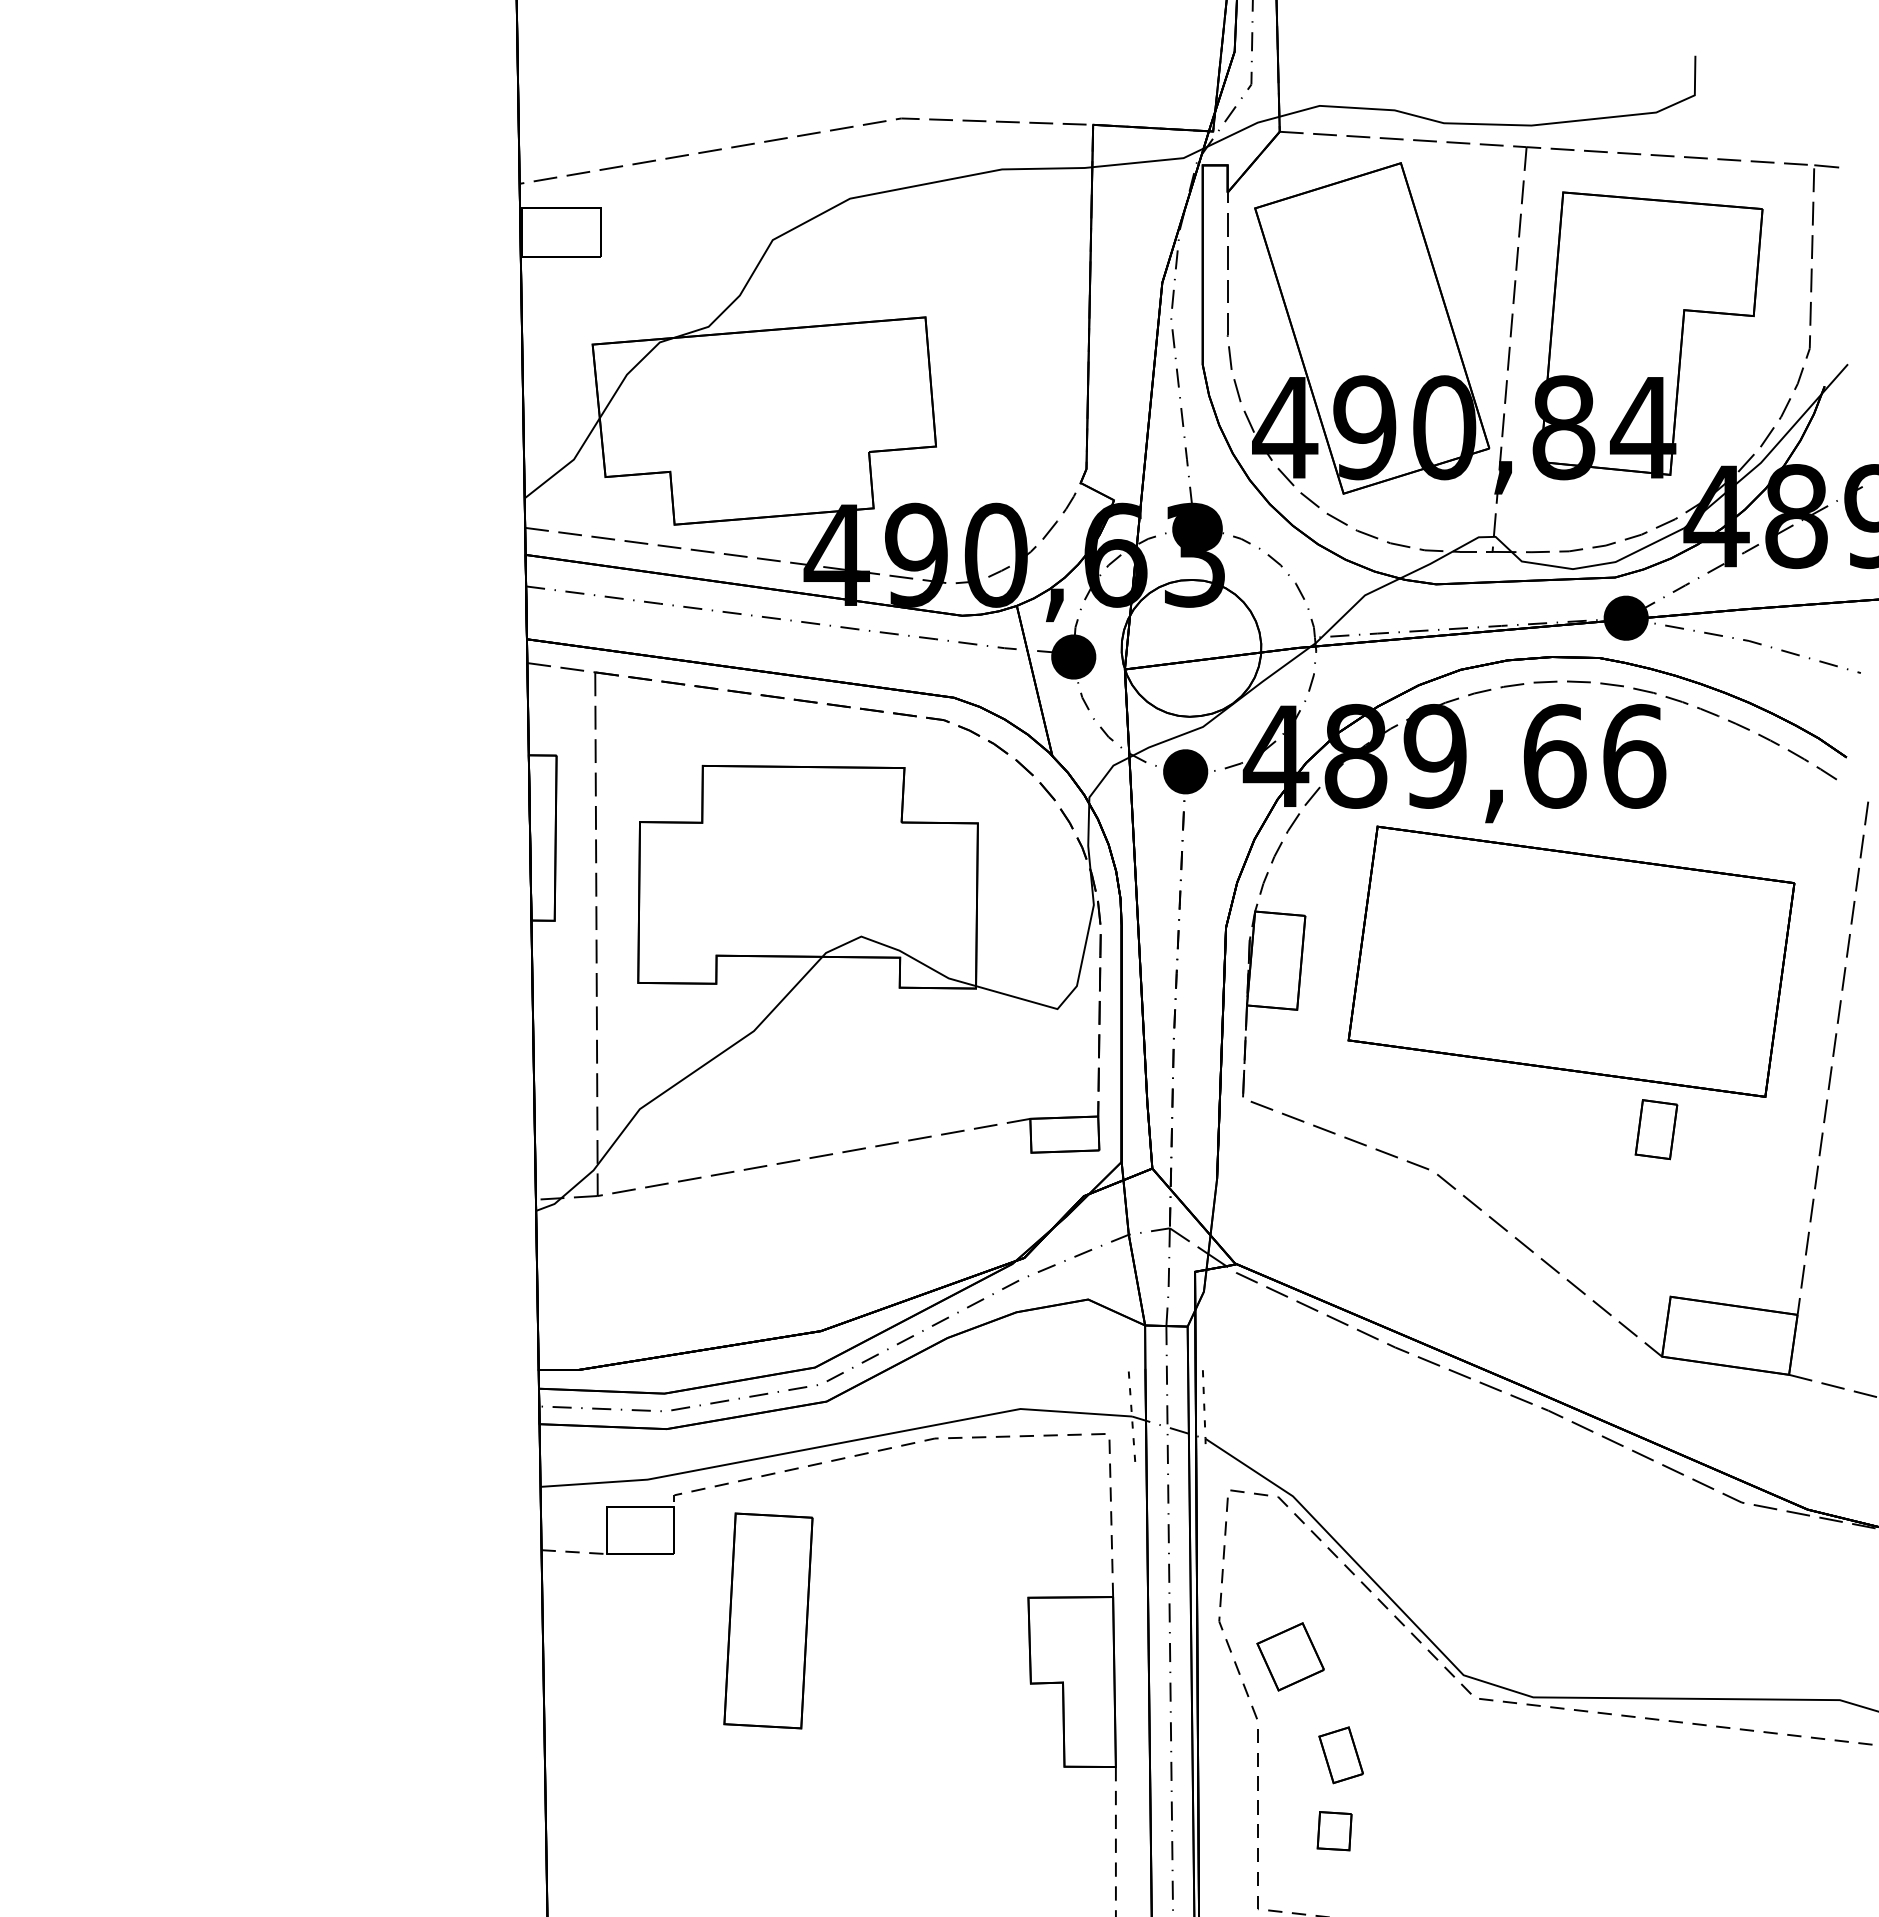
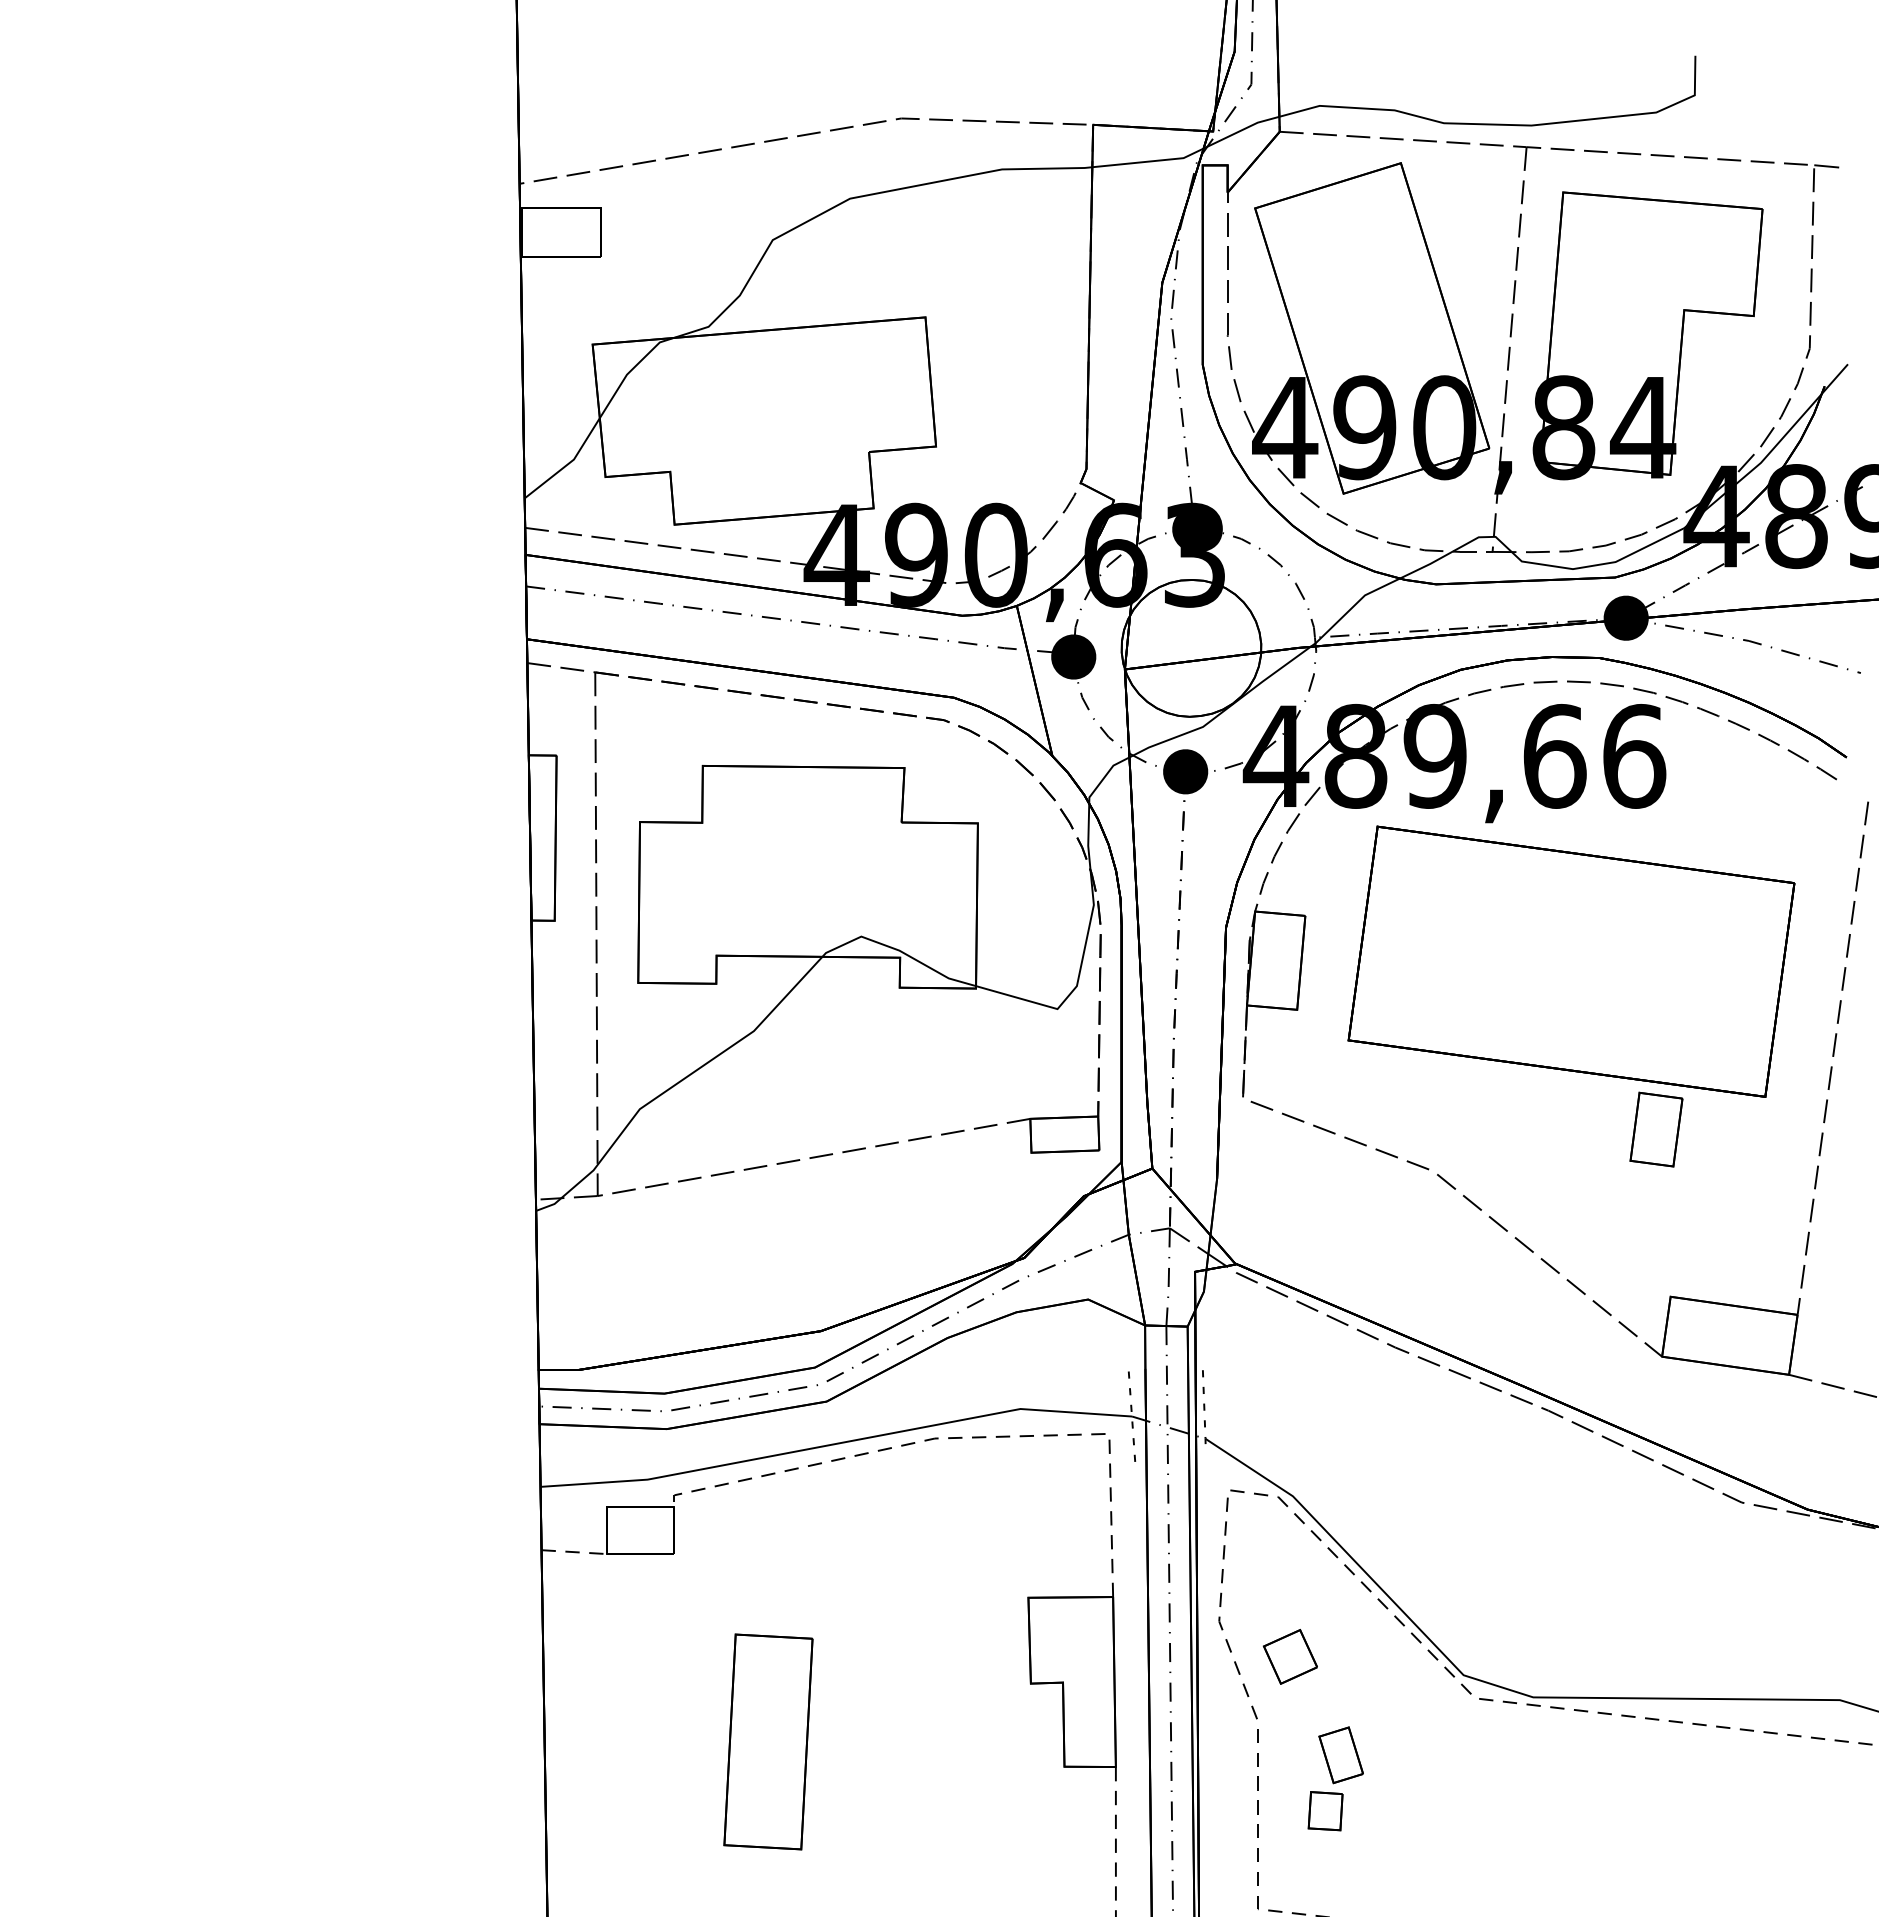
part at (1656, 1129) size: 45x62 px -> 55x77 px
part at (768, 1620) position: (768, 1620) -> (768, 1741)
part at (1290, 1656) size: 69x70 px -> 56x56 px
part at (1334, 1831) position: (1334, 1831) -> (1325, 1811)
